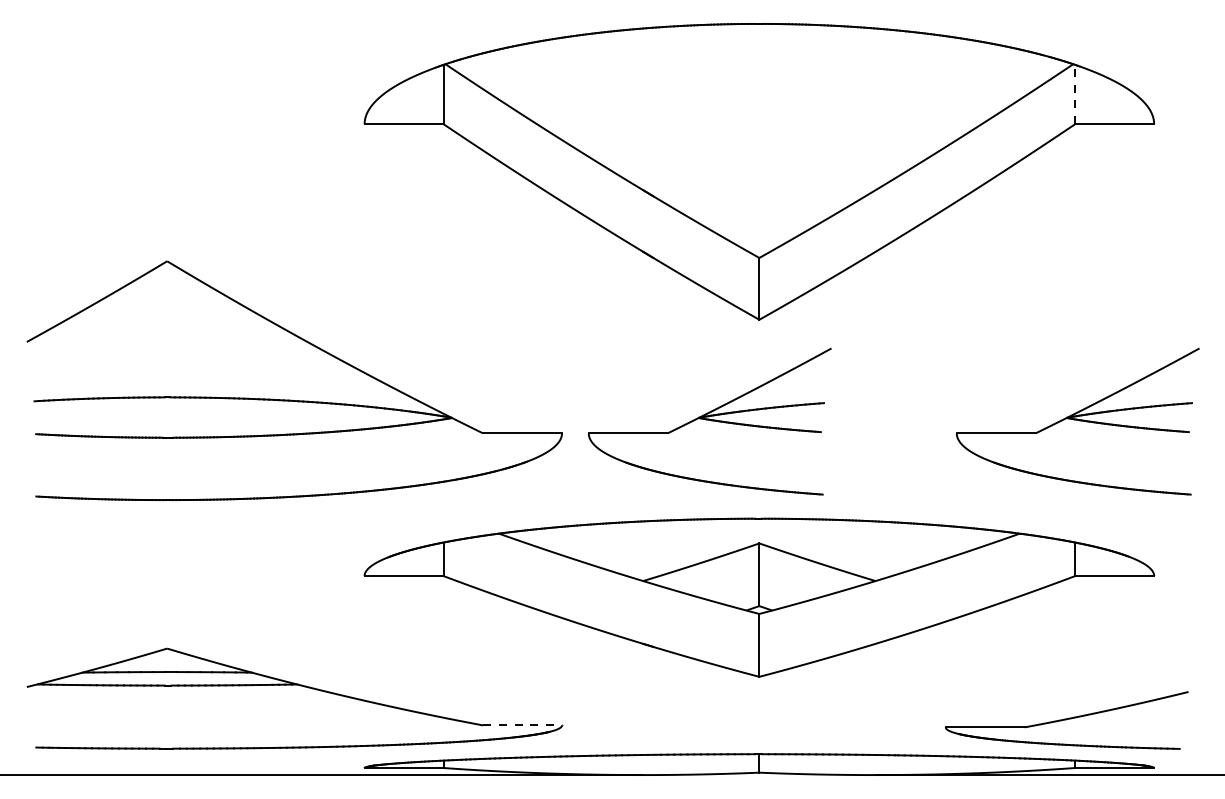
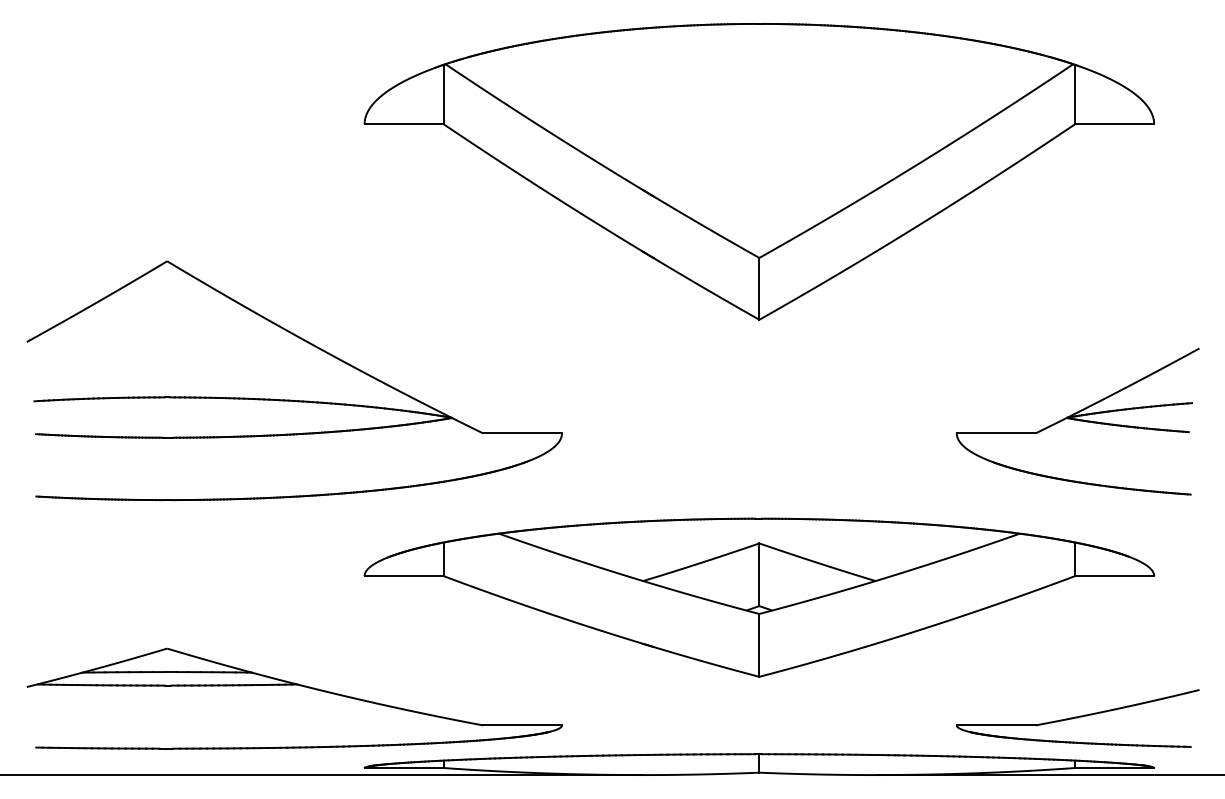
line at (1075, 94): dashed -> solid
part at (709, 421): present -> none
part at (1066, 720) position: (1066, 720) -> (1077, 718)
line at (523, 725): dashed -> solid
